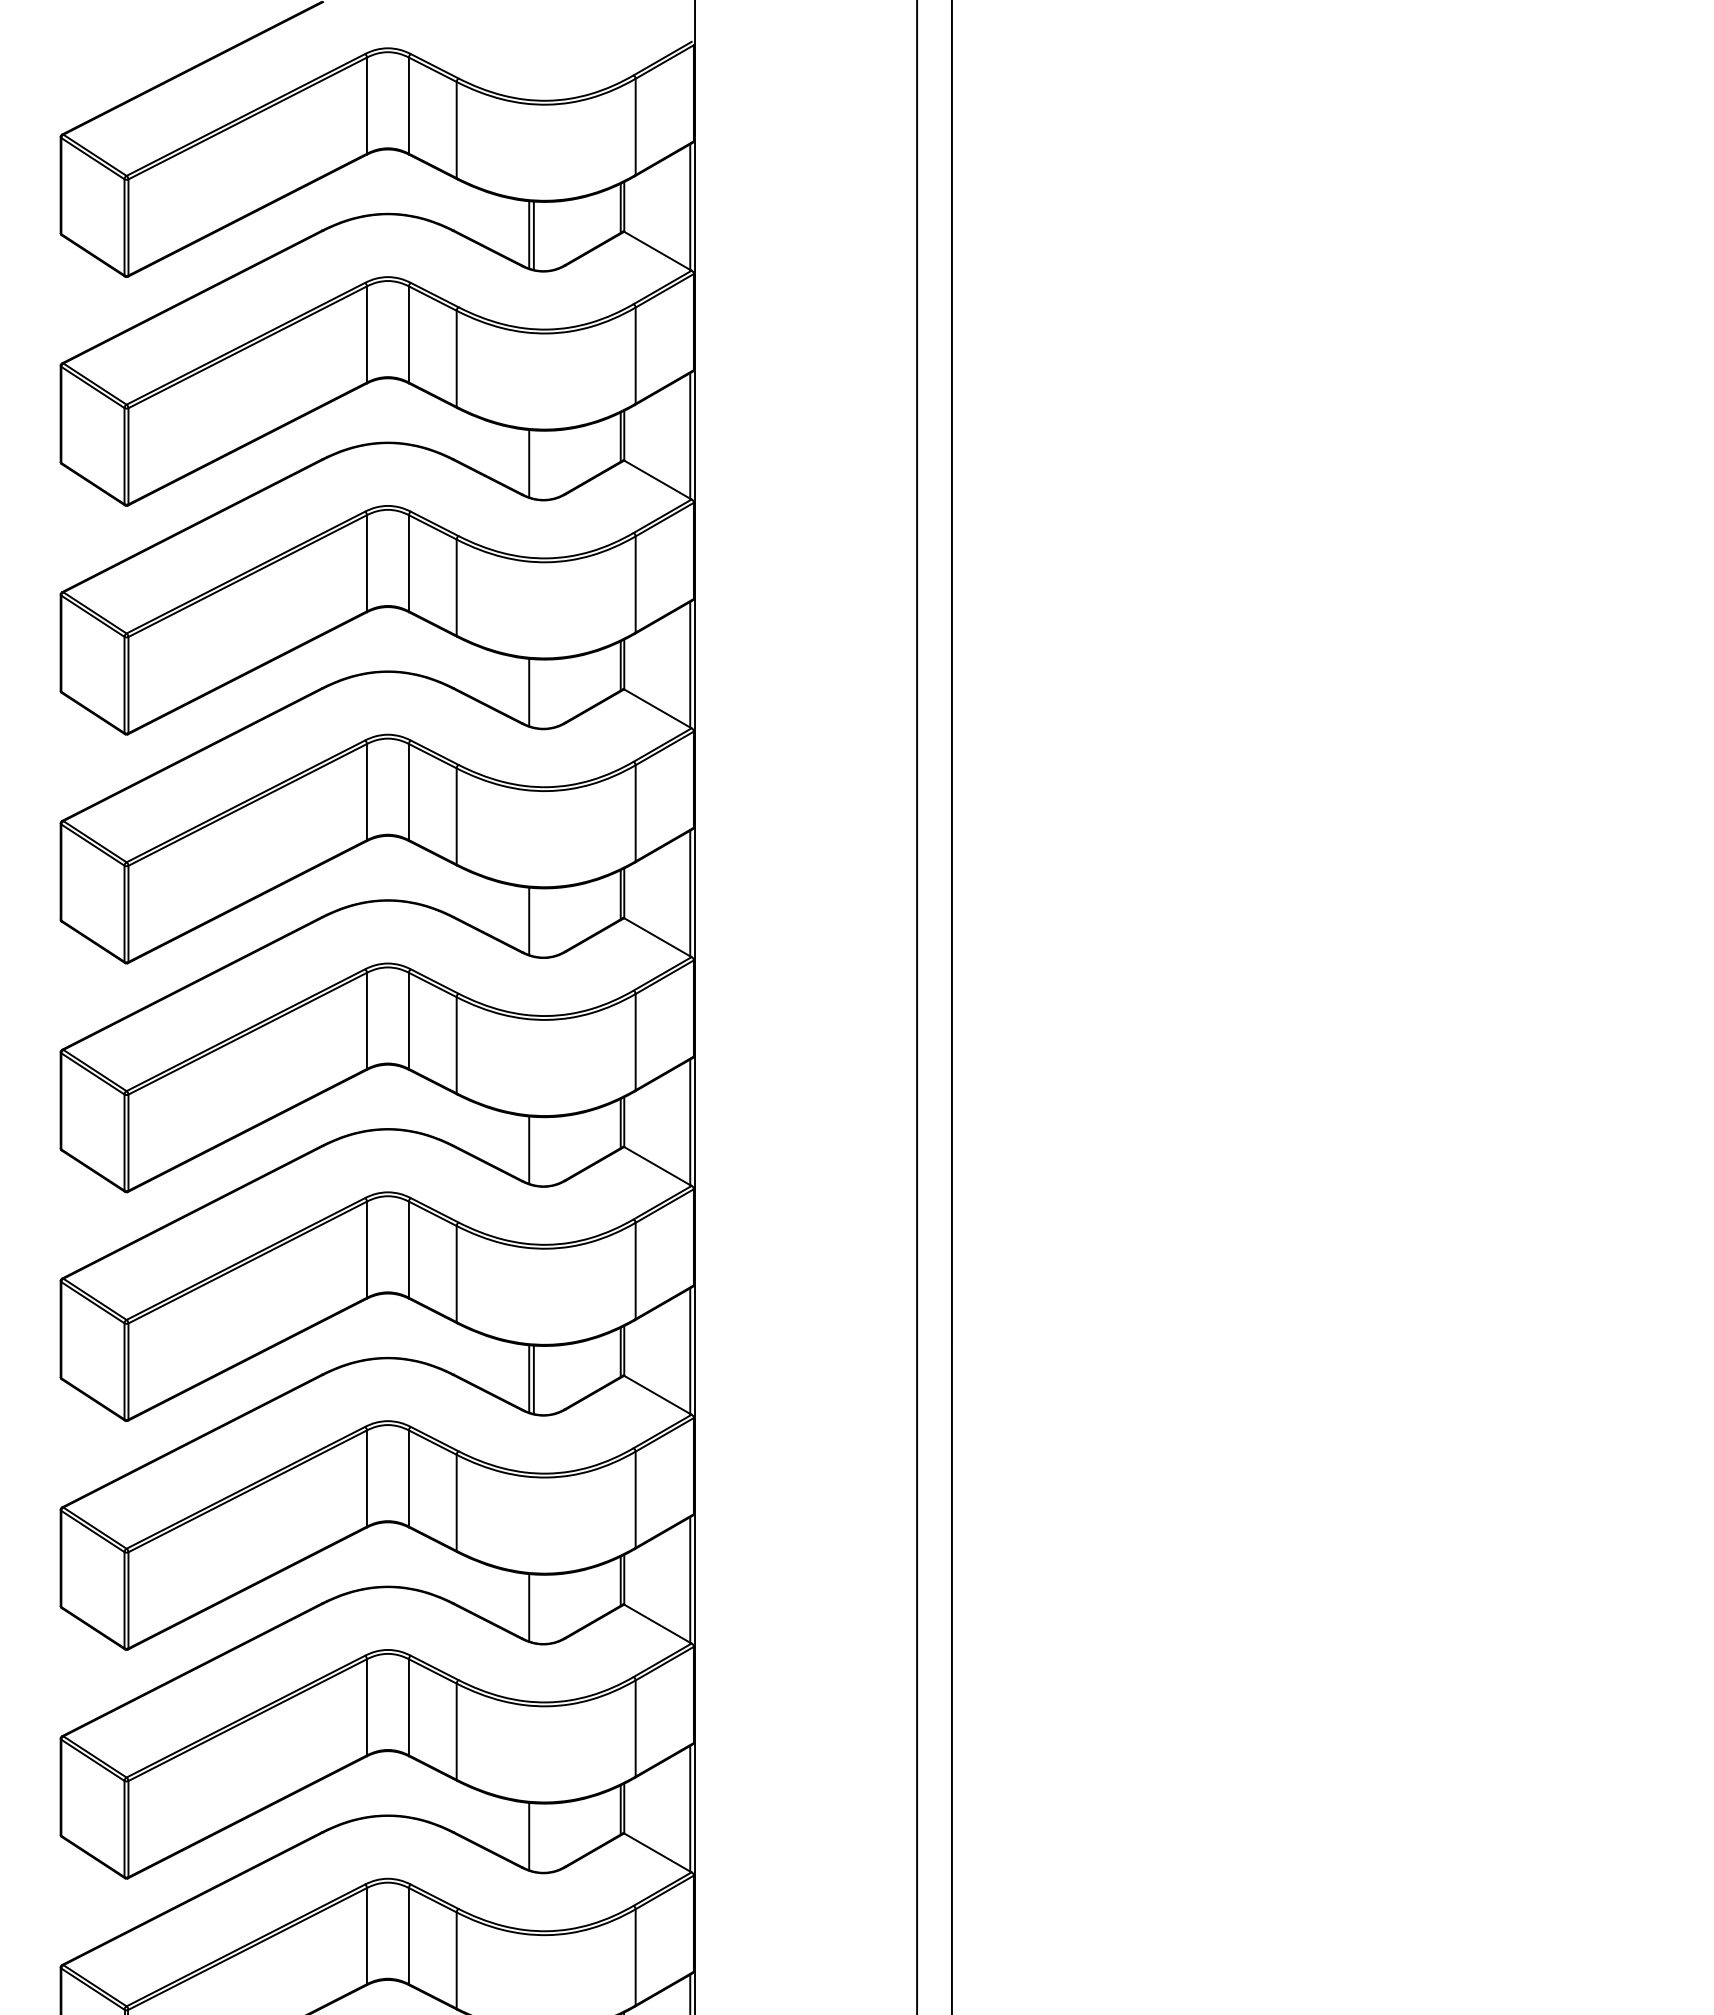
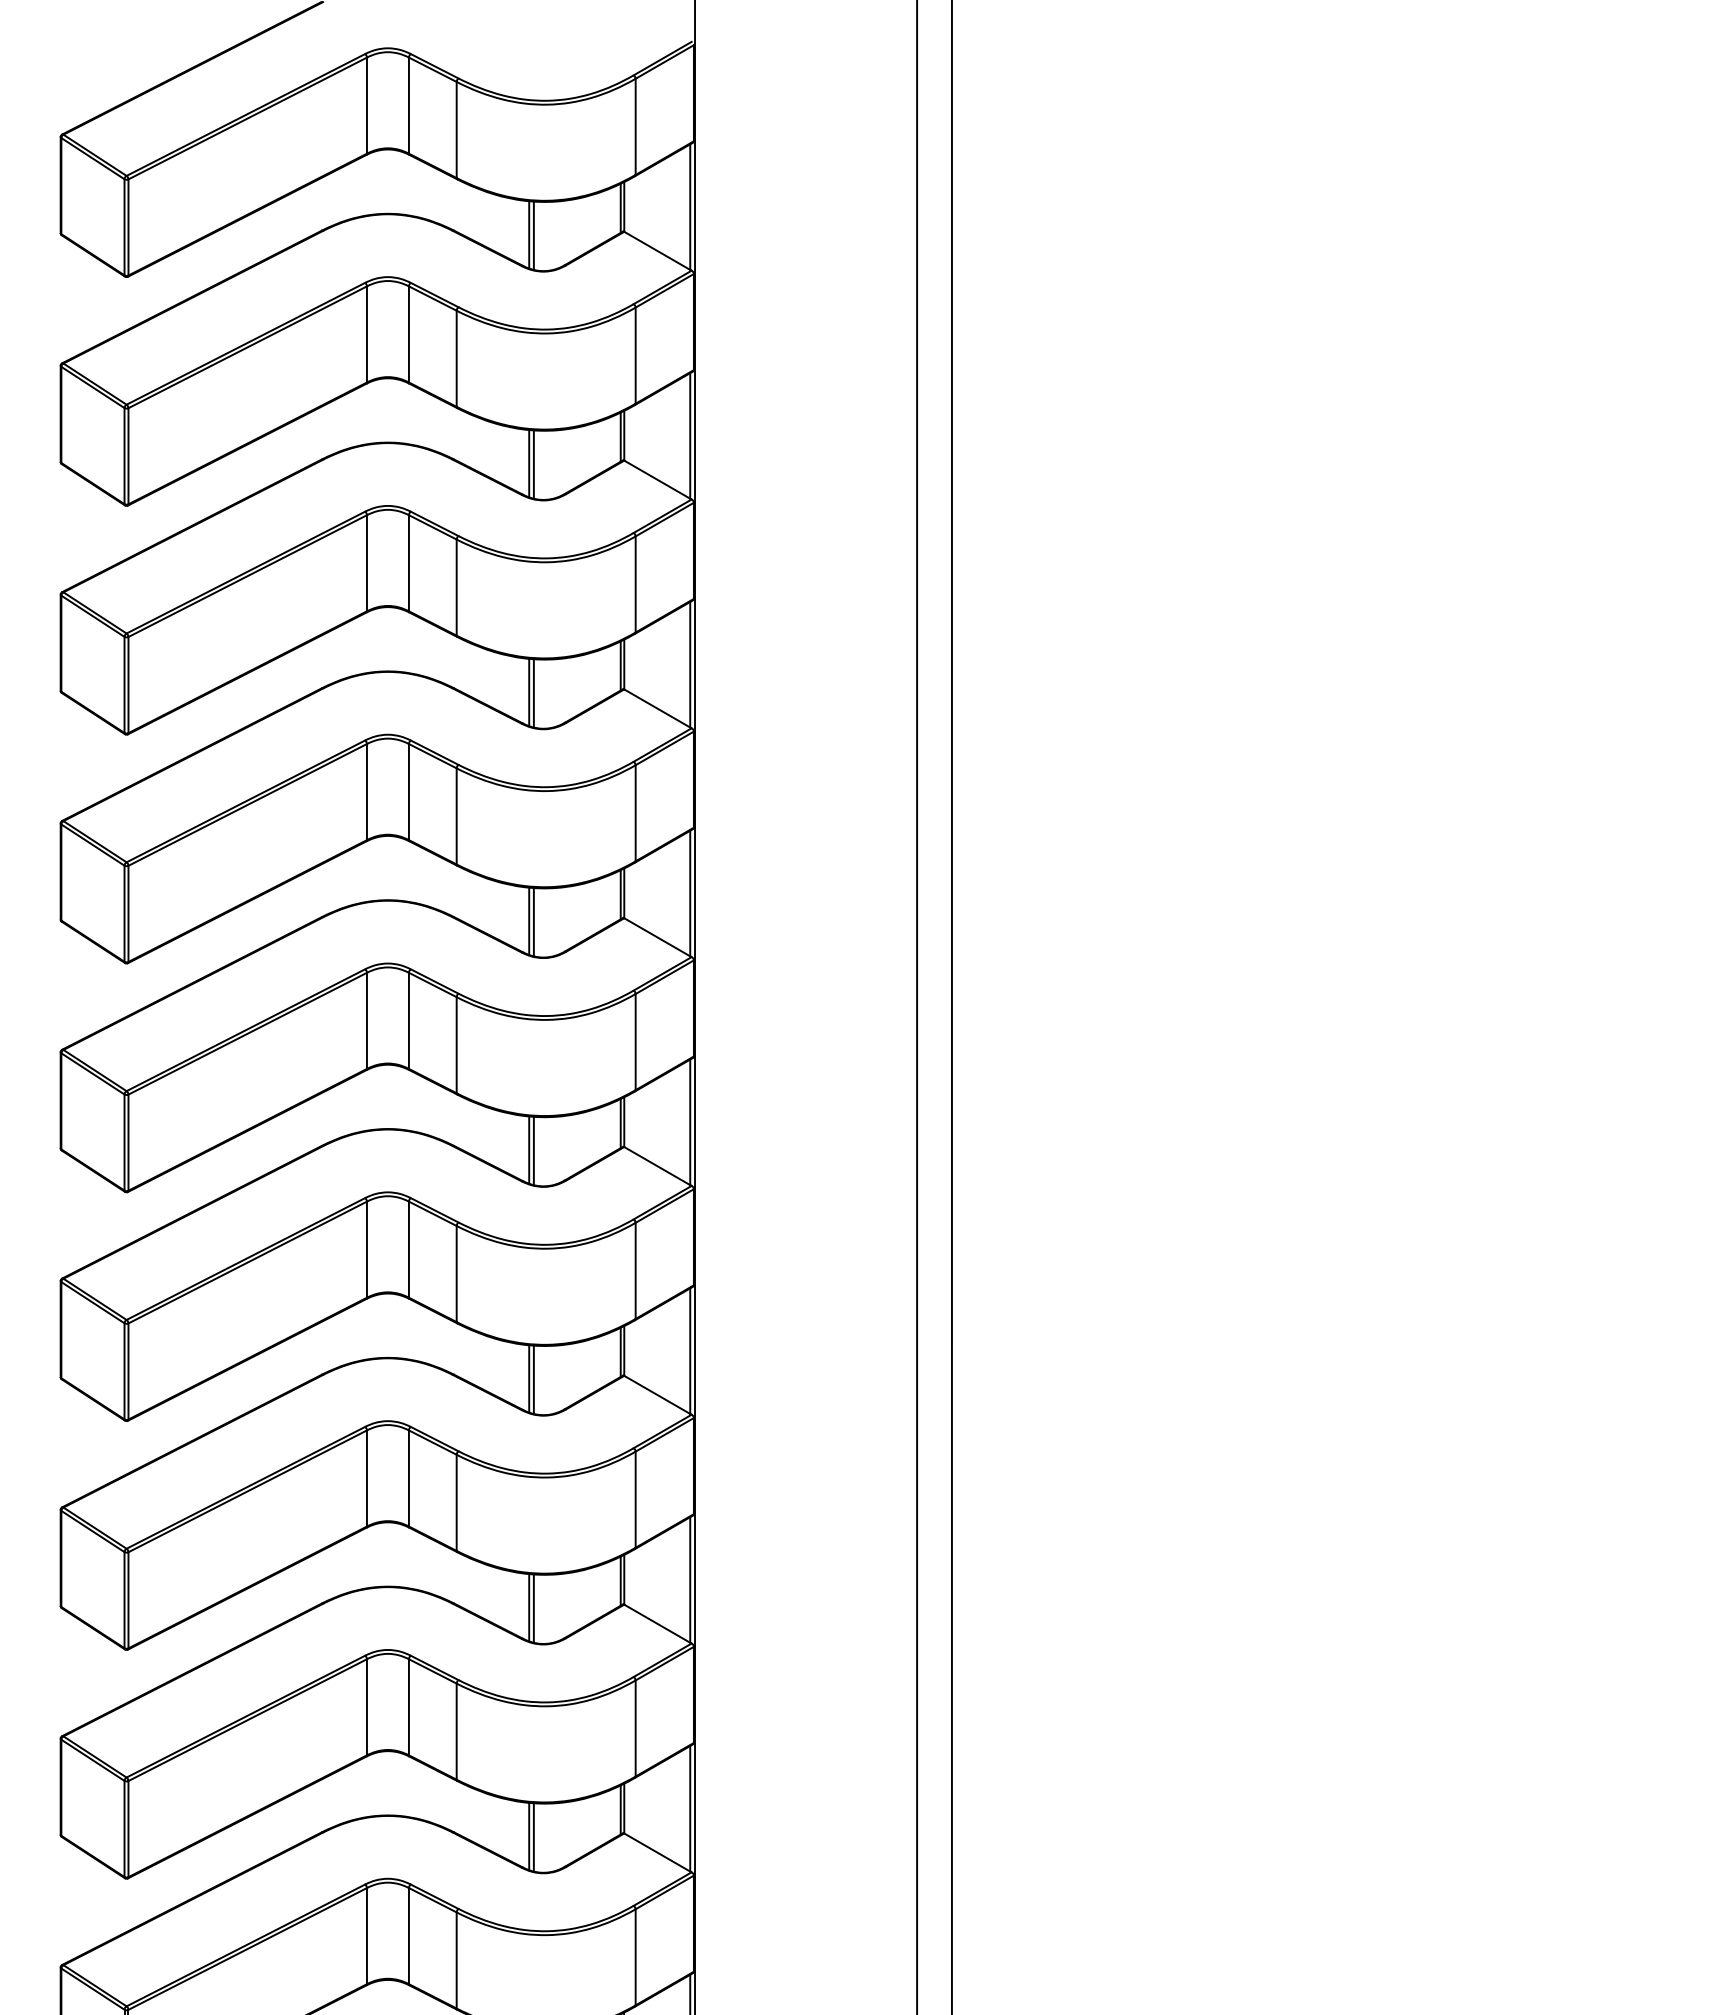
line at (533, 464): none -> present
line at (533, 693): none -> present
line at (533, 922): none -> present
line at (533, 1150): none -> present
line at (533, 1608): none -> present
line at (533, 1837): none -> present
